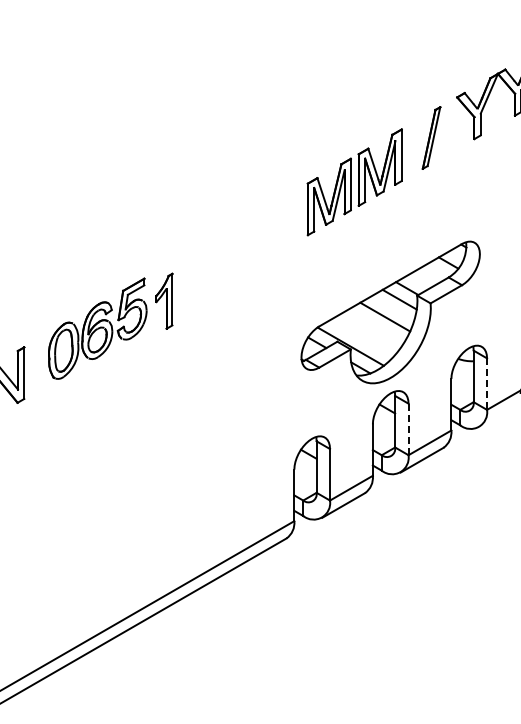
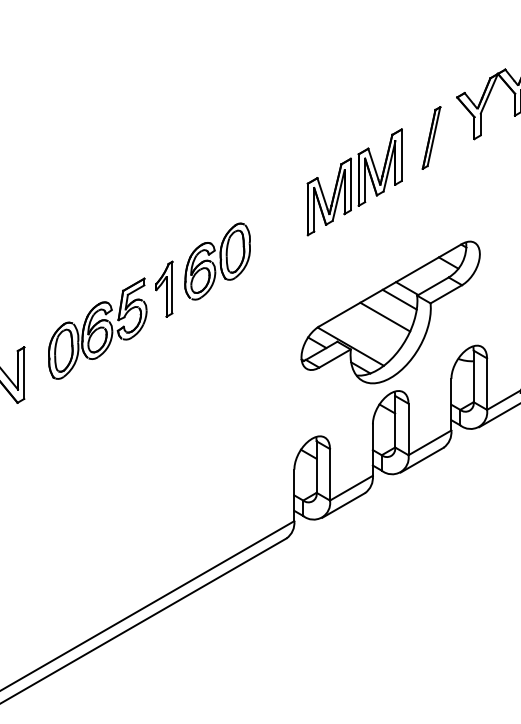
part at (217, 261): none -> present
part at (164, 300) position: (164, 300) -> (164, 288)
line at (487, 384): dashed -> solid
line at (498, 416): none -> present
line at (408, 429): dashed -> solid
